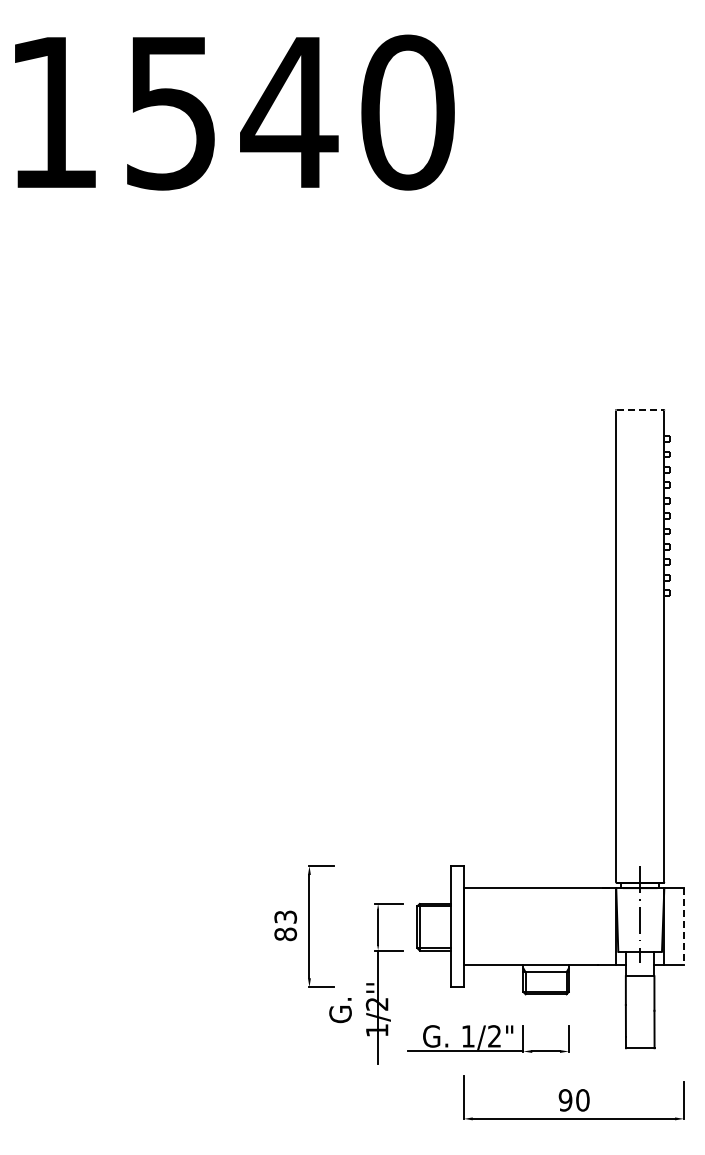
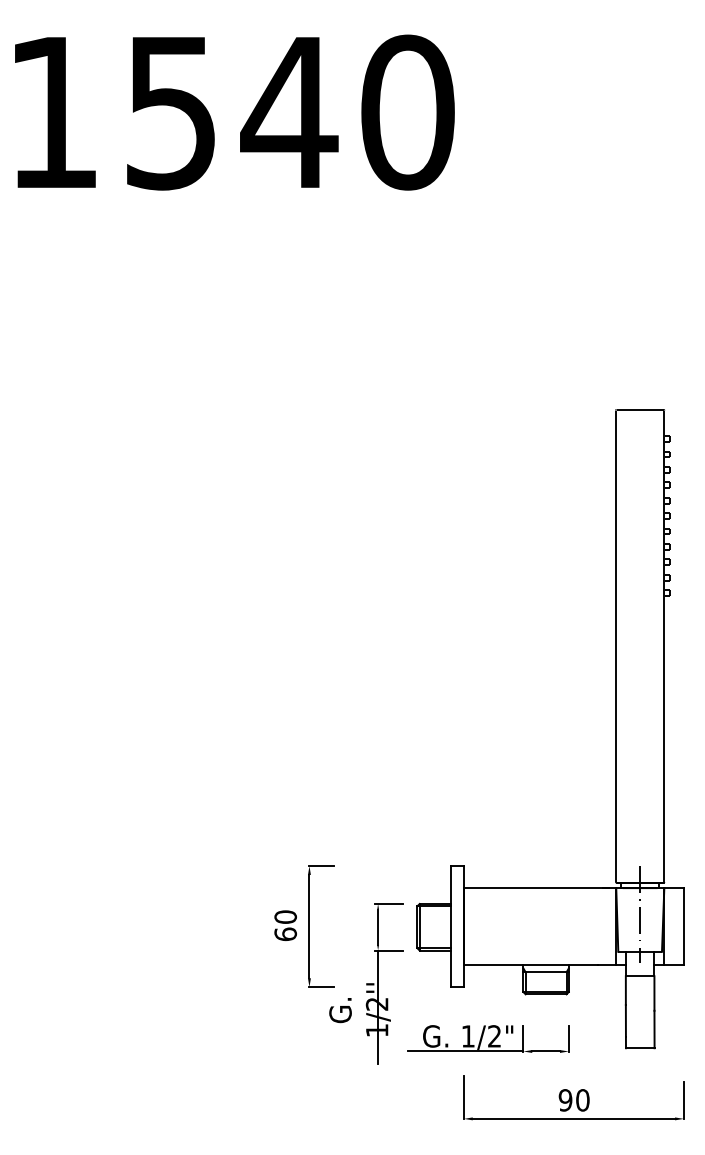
line at (640, 409): dashed -> solid
text at (285, 925): 83 -> 60
line at (683, 927): dashed -> solid
